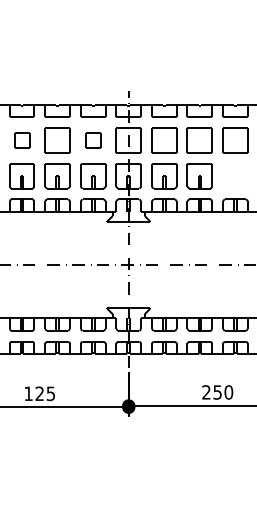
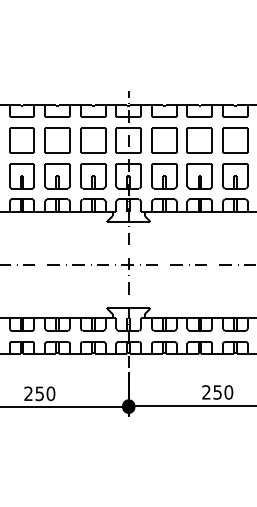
part at (22, 140) size: 17x17 px -> 26x27 px
part at (93, 140) size: 17x17 px -> 27x27 px
part at (235, 176): none -> present
text at (39, 393): 125 -> 250
